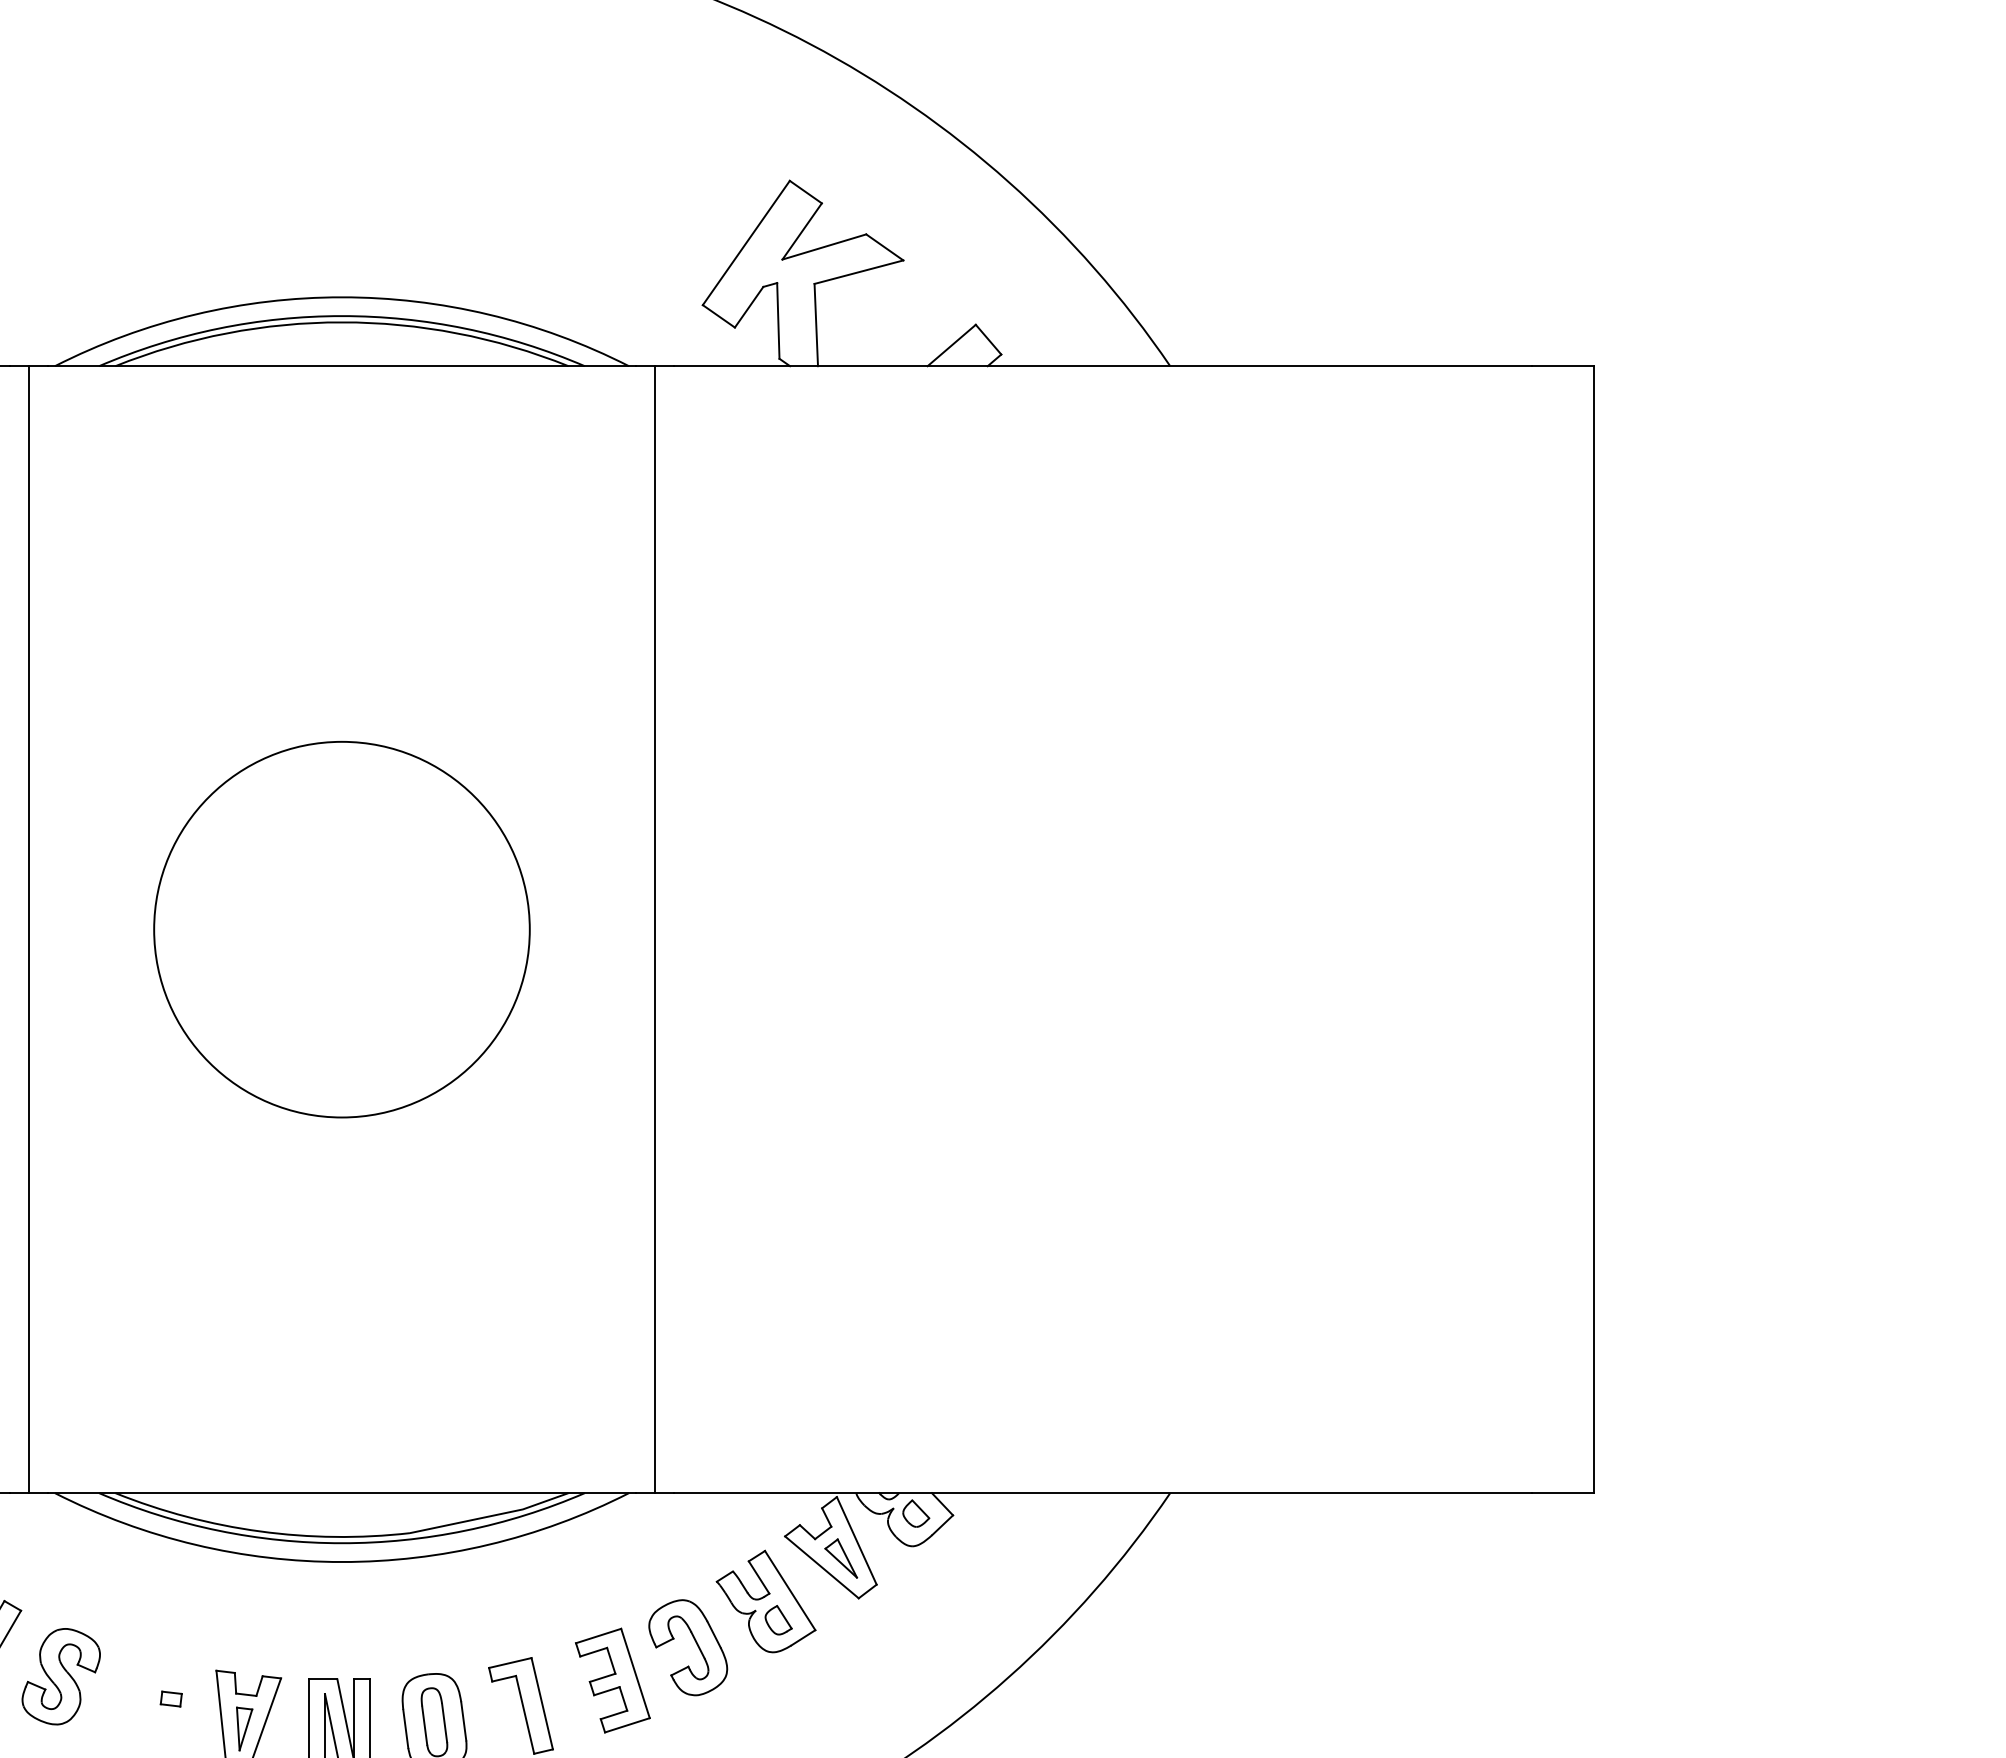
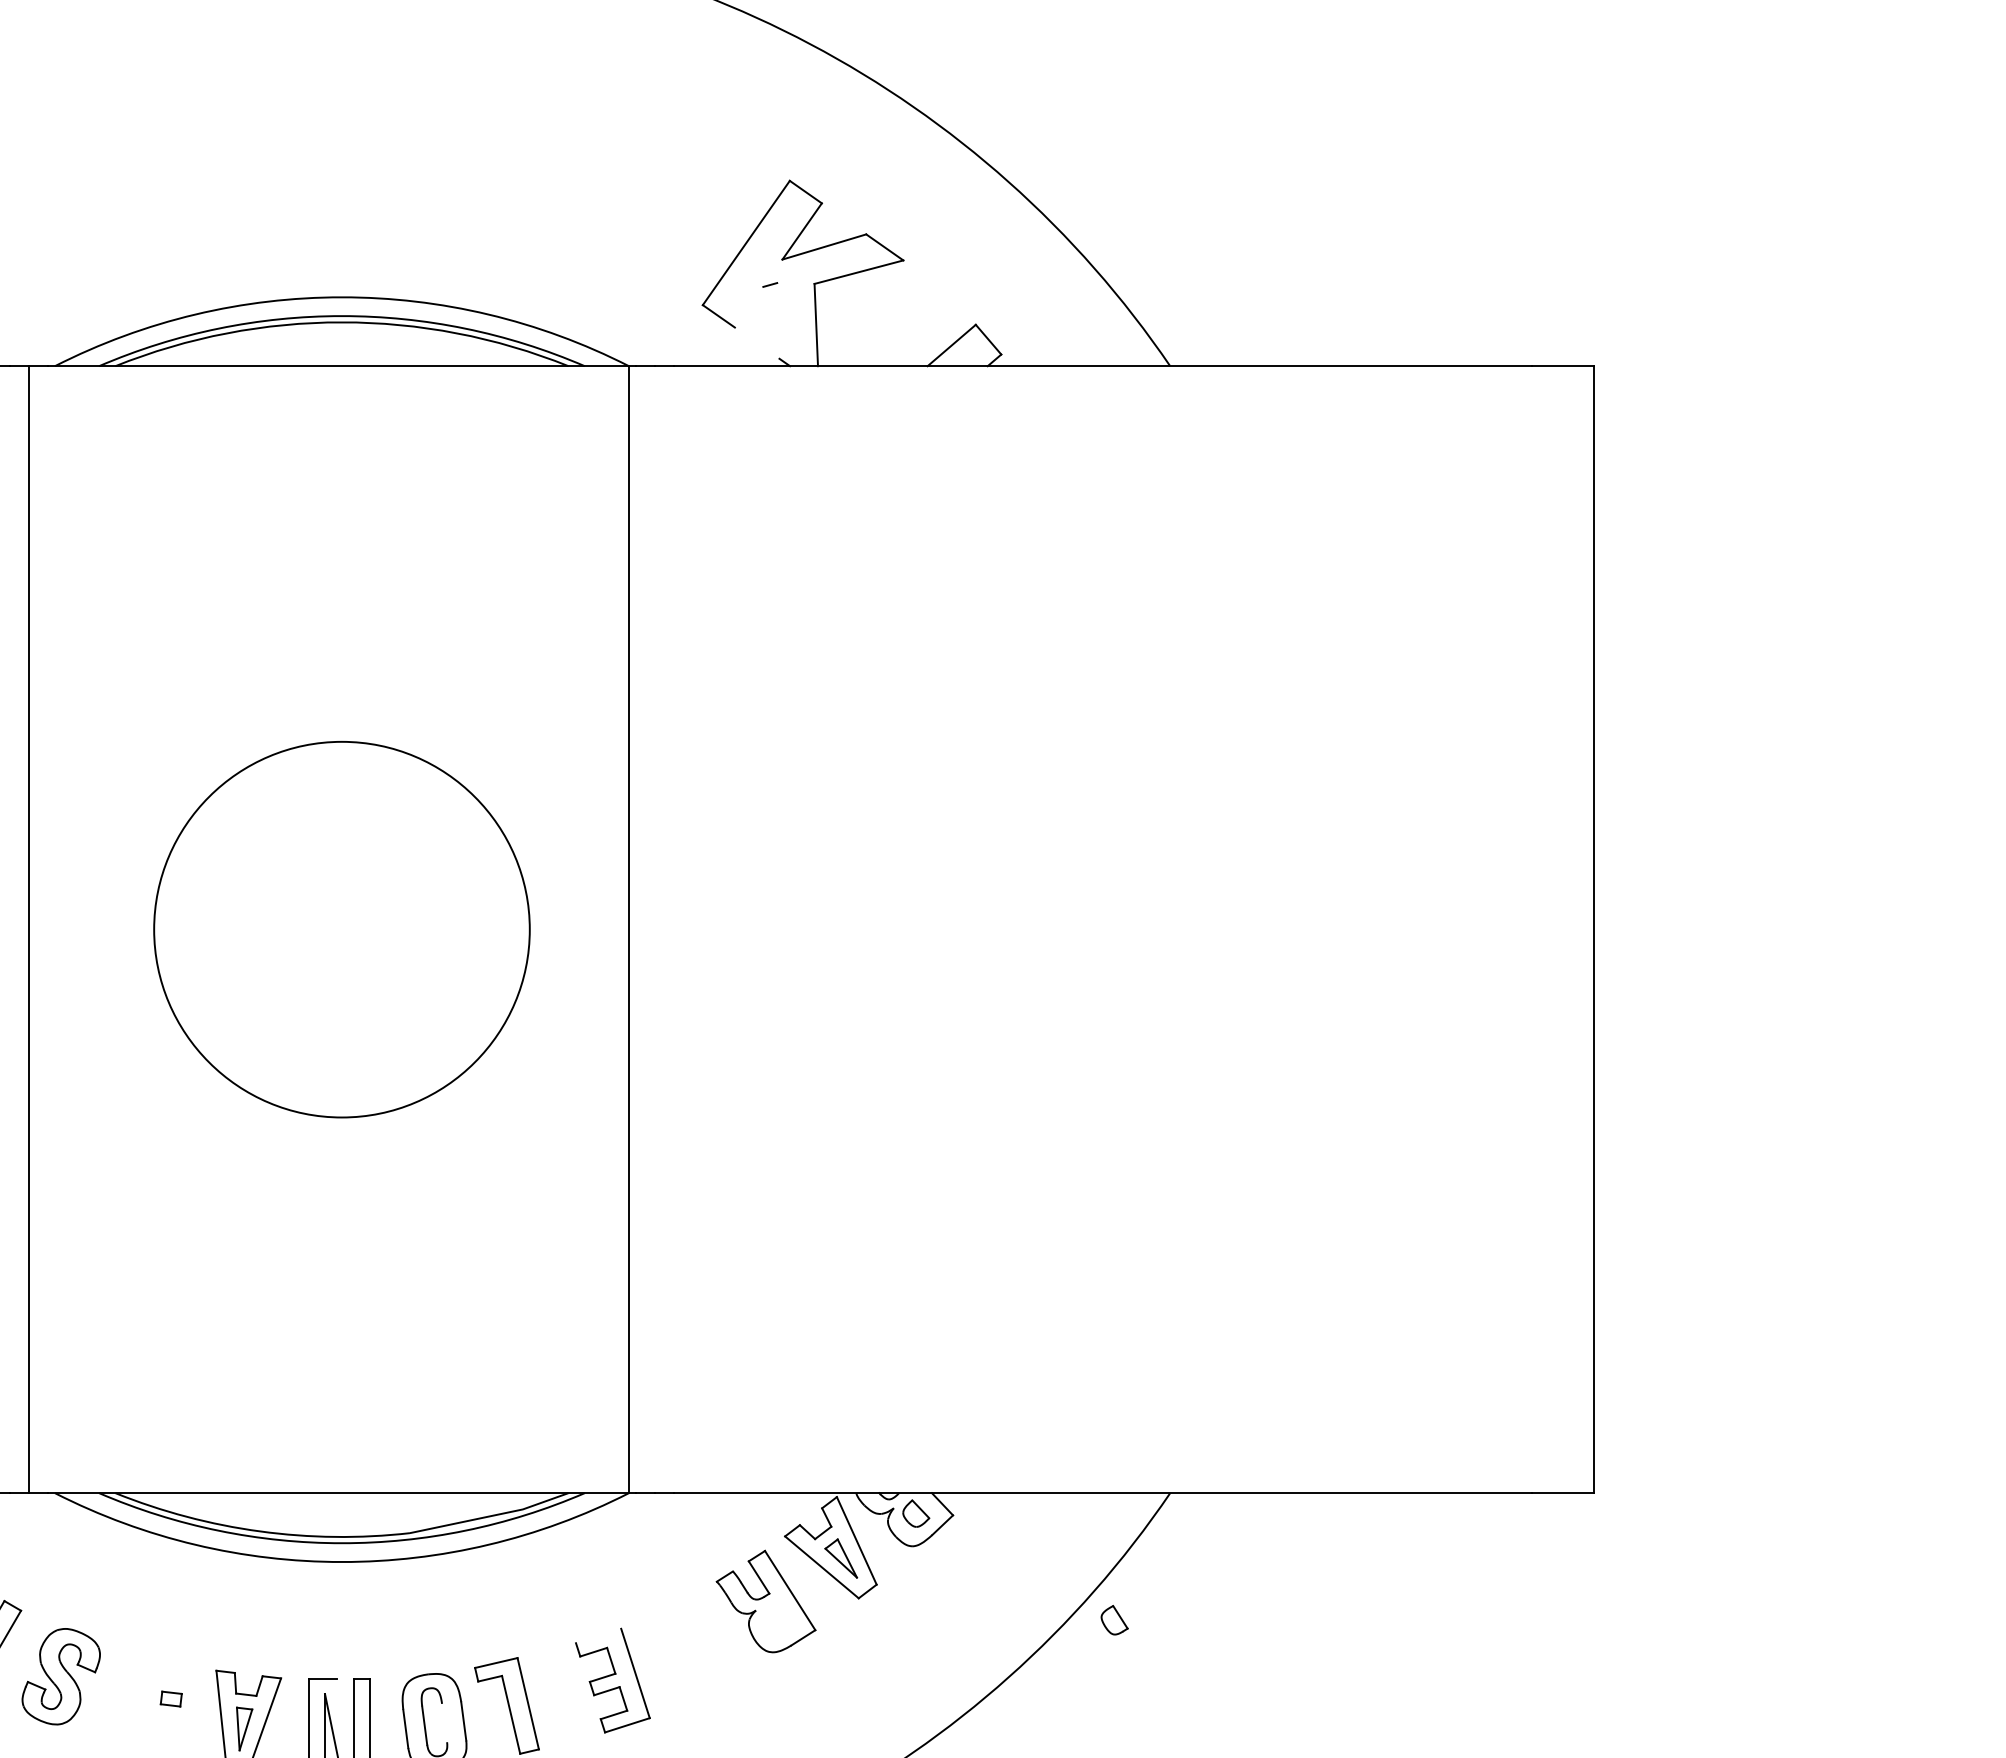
line at (748, 306): present -> none
line at (778, 320): present -> none
line at (655, 929) position: (655, 929) -> (629, 929)
part at (778, 1620) position: (778, 1620) -> (1114, 1620)
line at (598, 1635): present -> none
part at (696, 1644): present -> none
part at (520, 1705) position: (520, 1705) -> (506, 1705)
line at (344, 1716): present -> none
line at (444, 1722): present -> none
